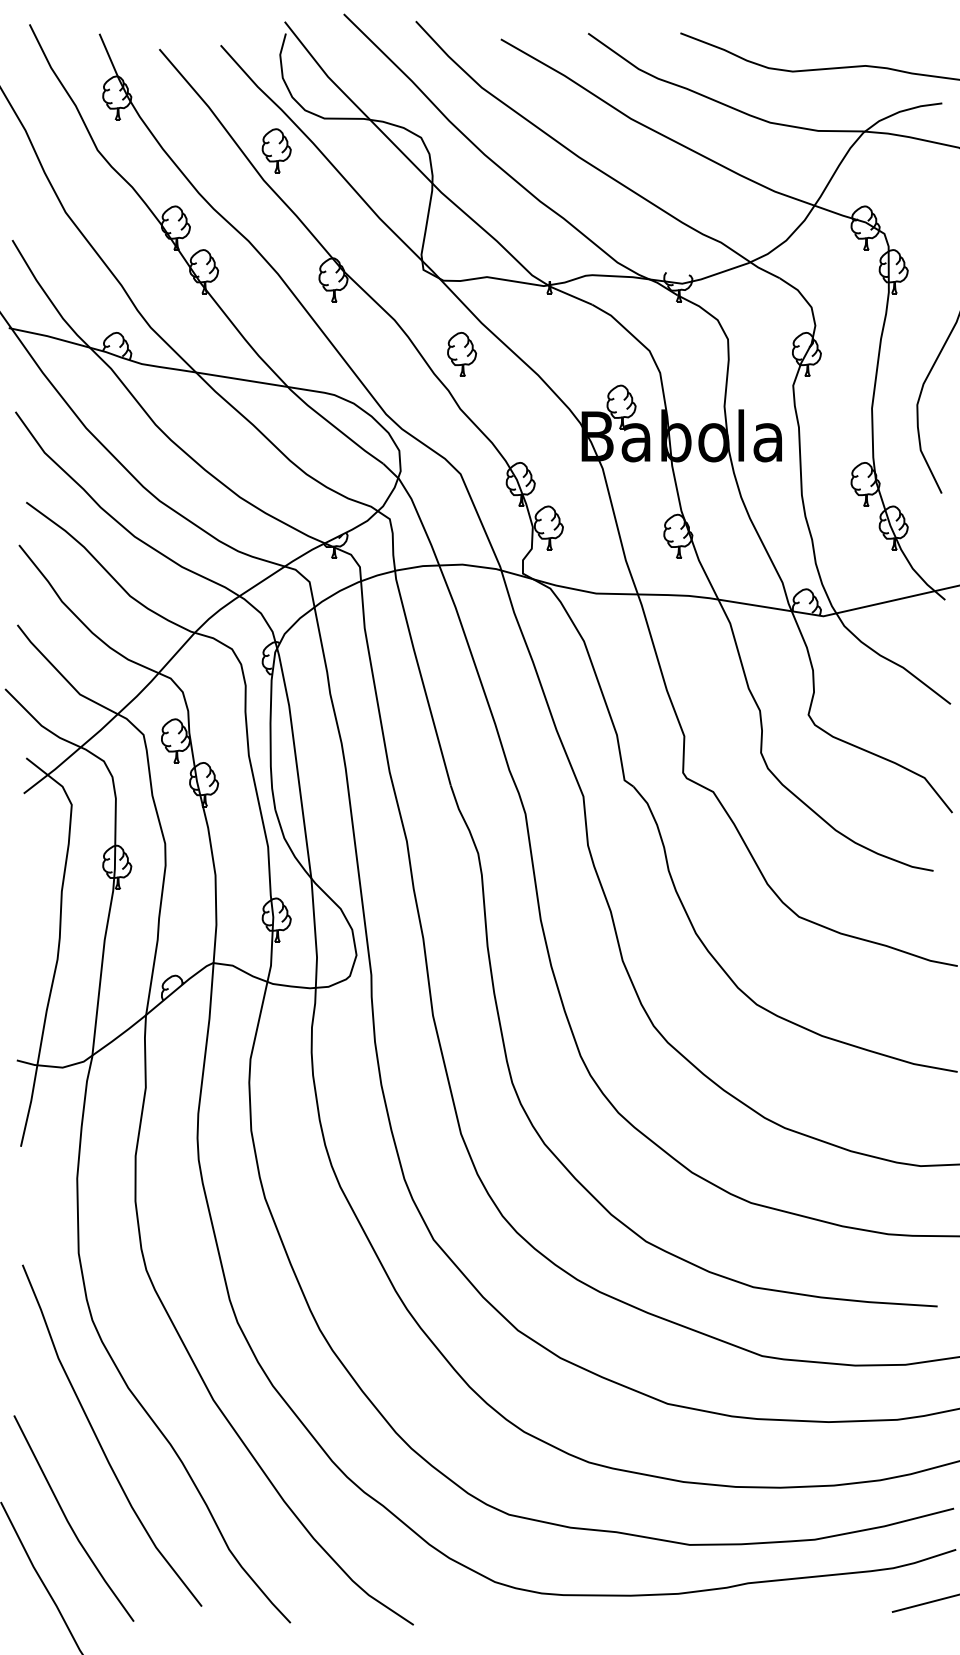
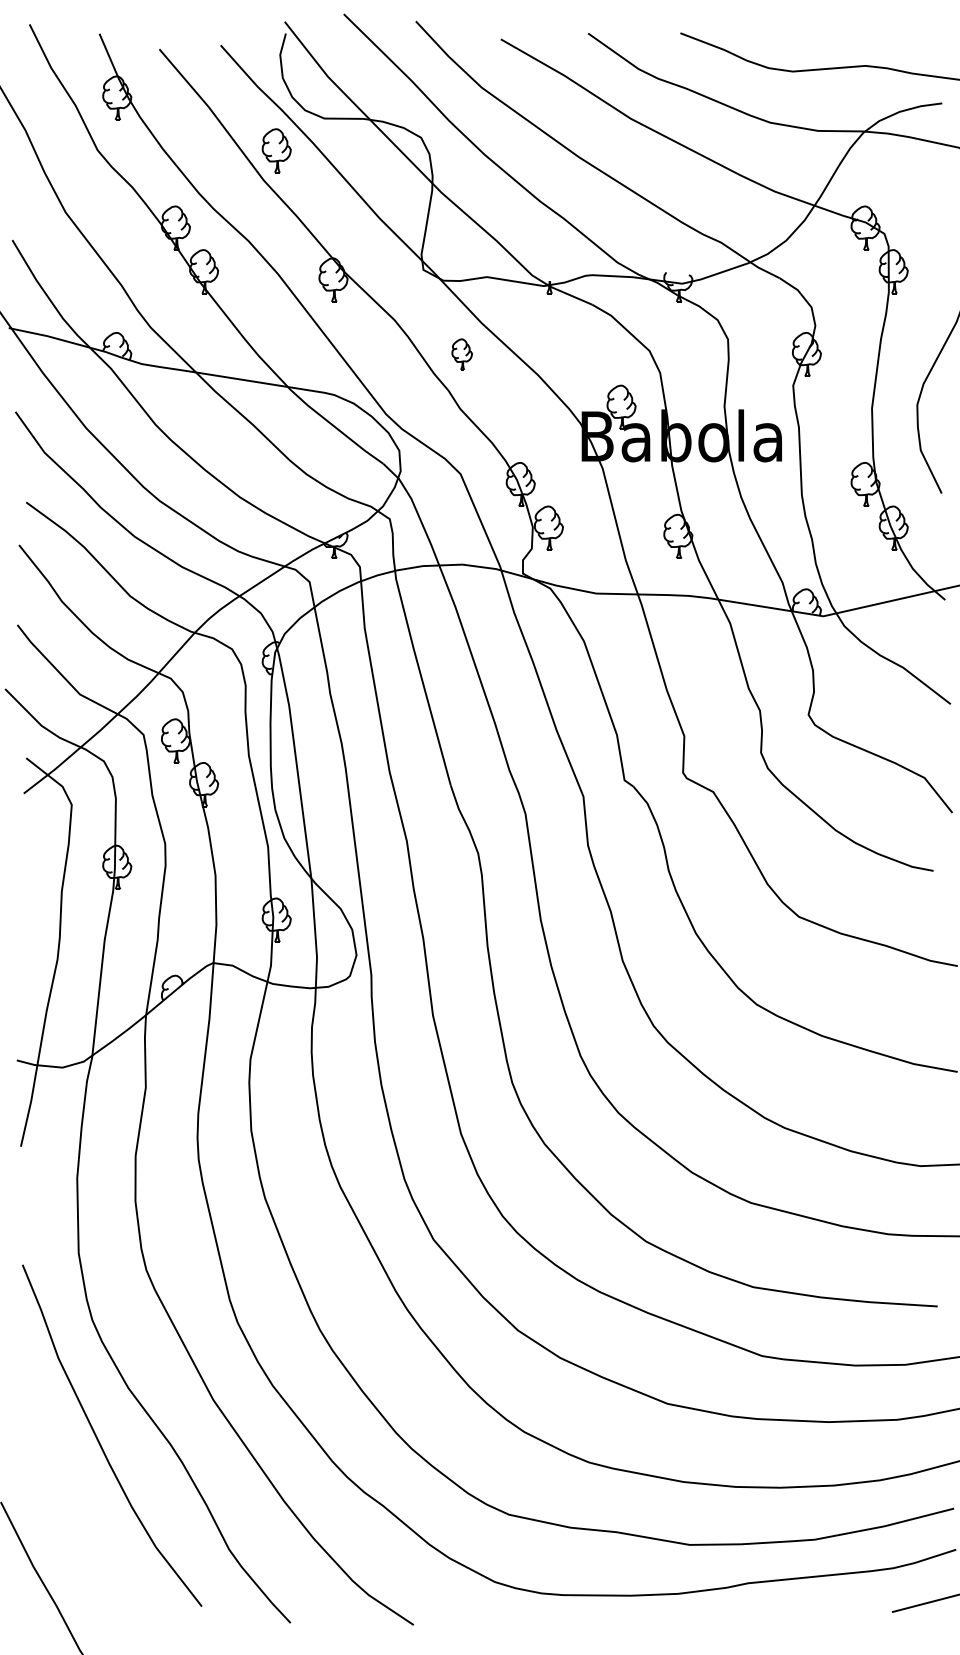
part at (462, 354) size: 31x45 px -> 22x33 px
line at (68, 1520): present -> none
